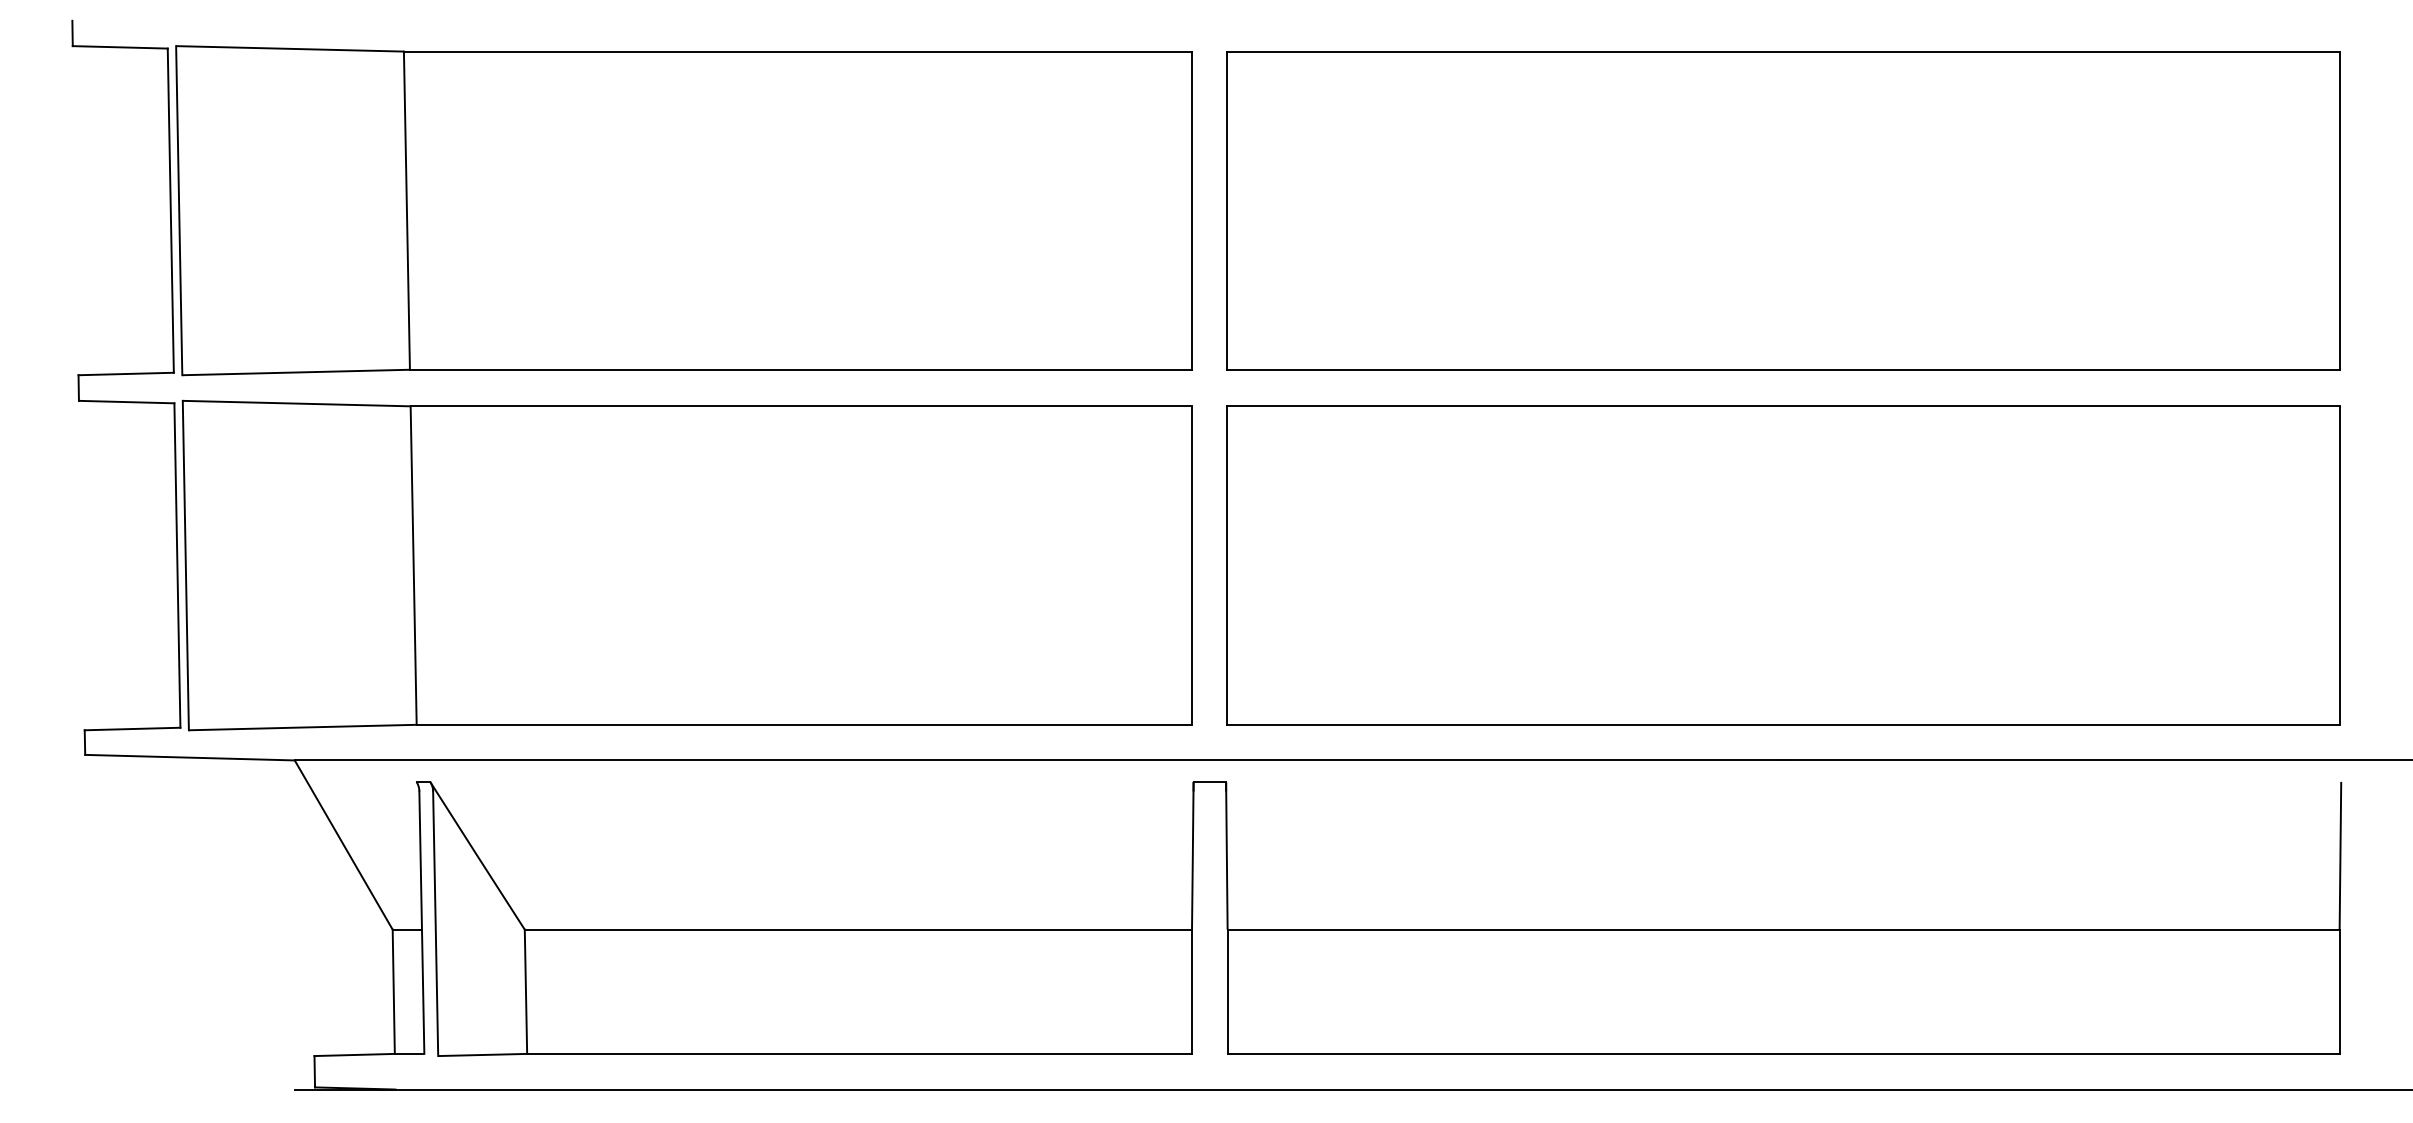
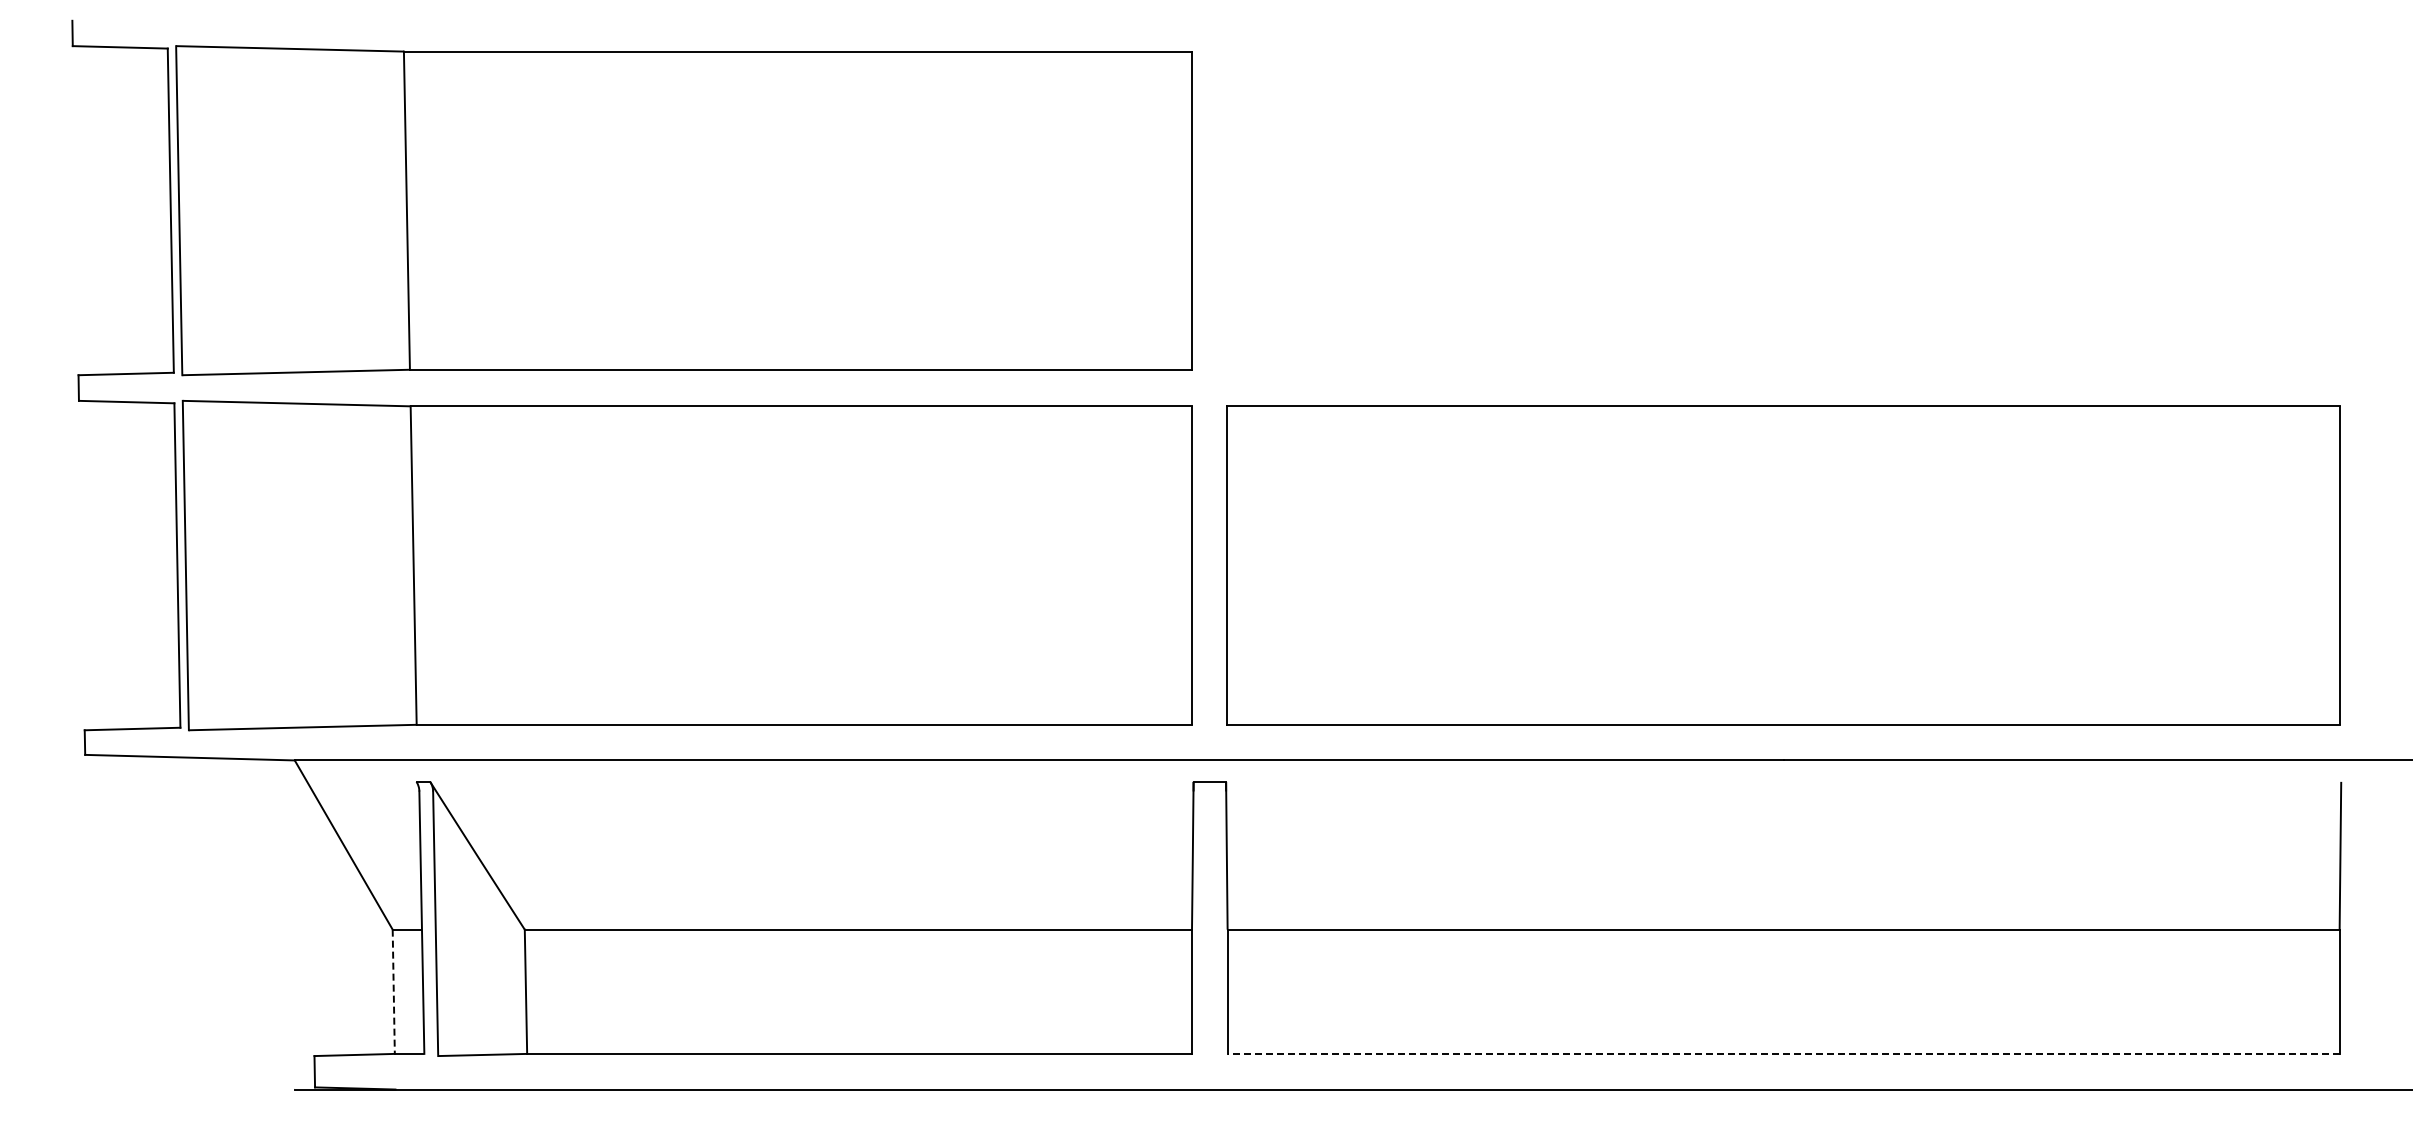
part at (1783, 210): present -> none
line at (393, 992): solid -> dashed
line at (1783, 1053): solid -> dashed
